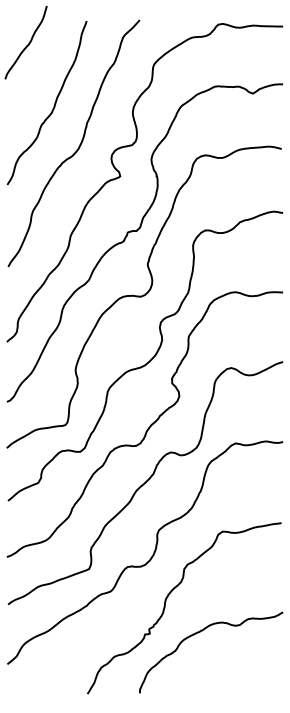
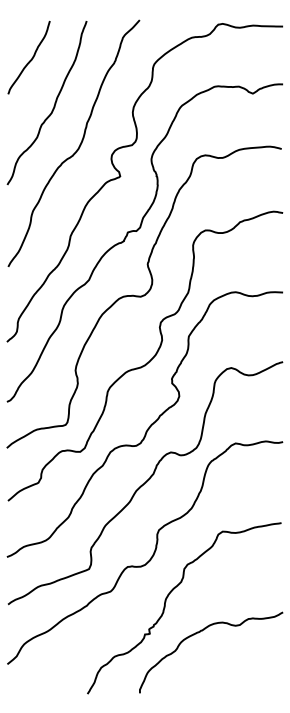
curve at (27, 44) position: (27, 44) -> (30, 59)
